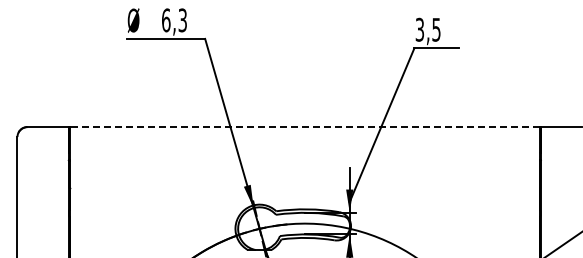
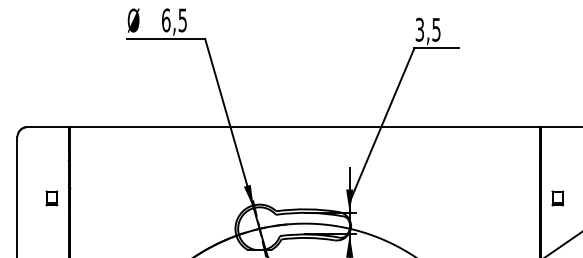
text at (182, 19): 6,3 -> 6,5
line at (304, 127): dashed -> solid
part at (51, 198): none -> present
part at (557, 198): none -> present
